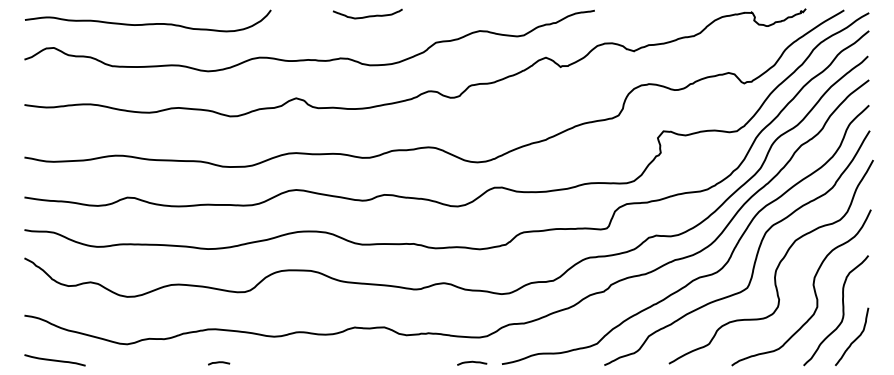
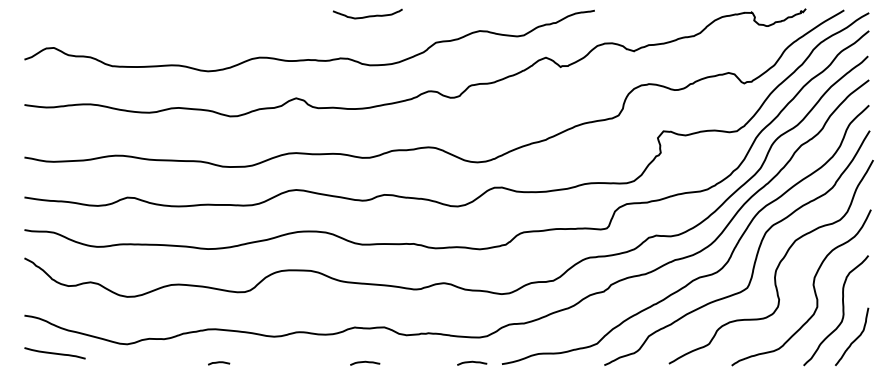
curve at (148, 23): present -> none
curve at (54, 360) position: (54, 360) -> (54, 353)
curve at (365, 362): none -> present
